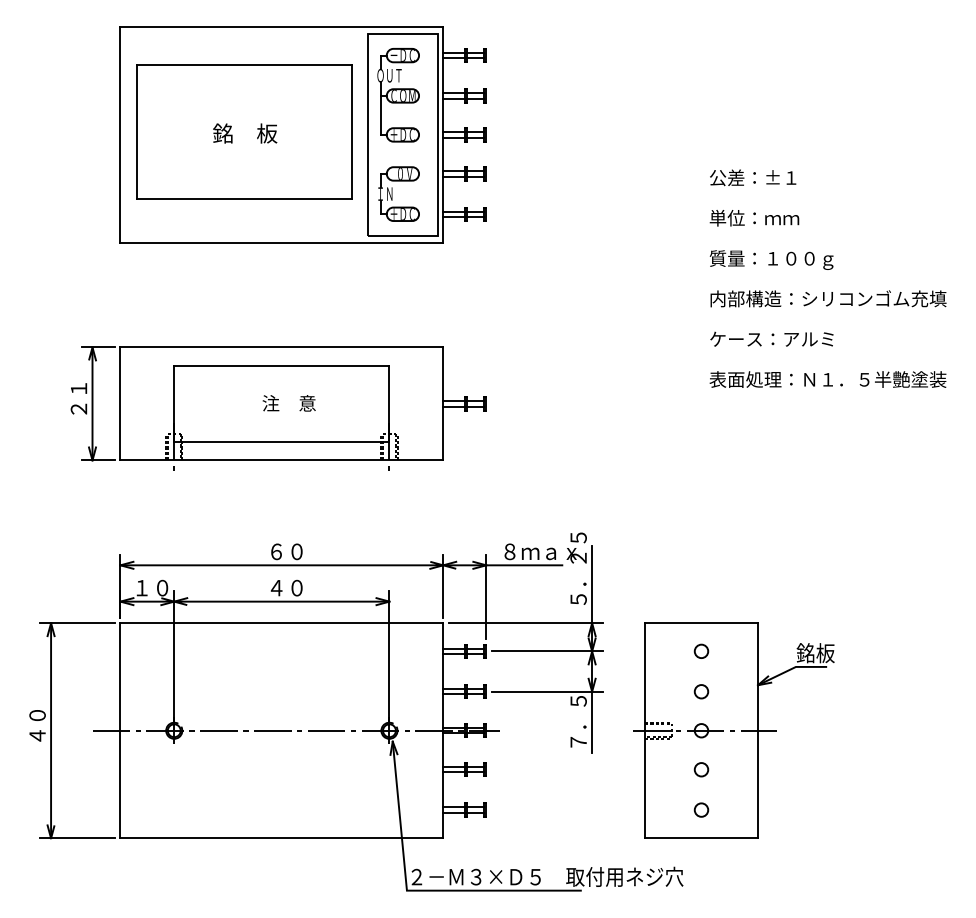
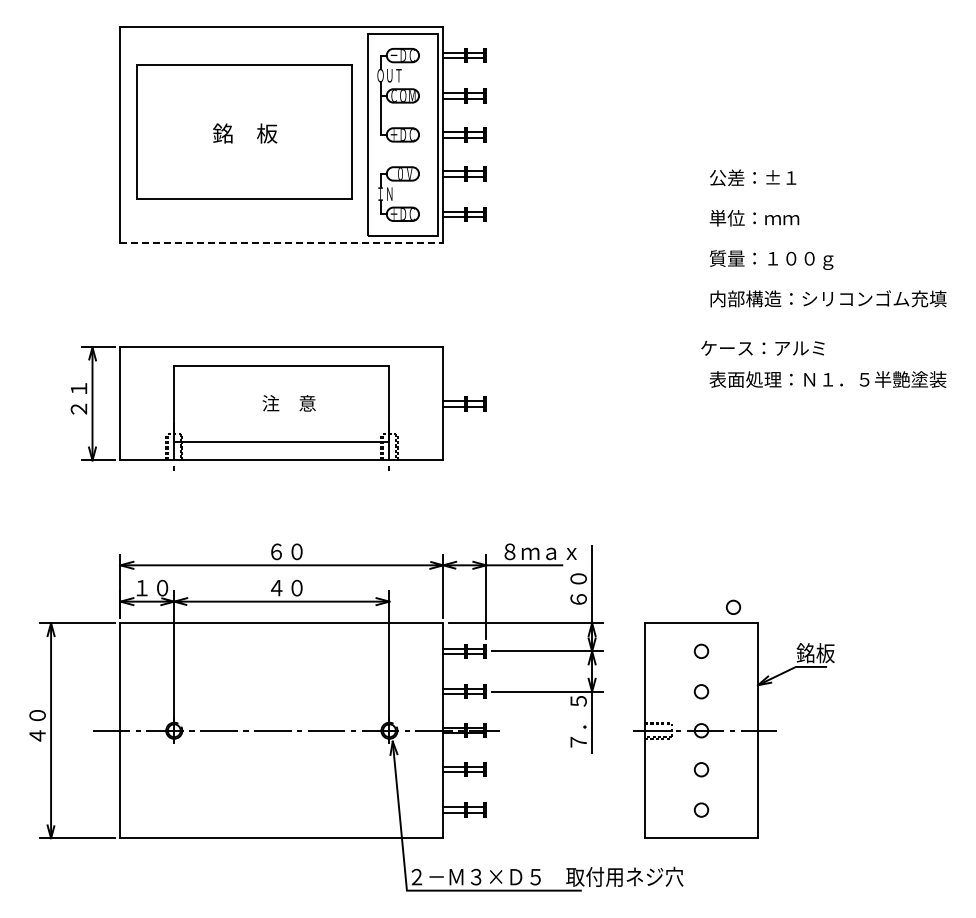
line at (282, 242): solid -> dashed
text at (771, 338) position: (771, 338) -> (762, 347)
text at (578, 568): ５．２５ -> ６０
circle at (733, 606): none -> present
